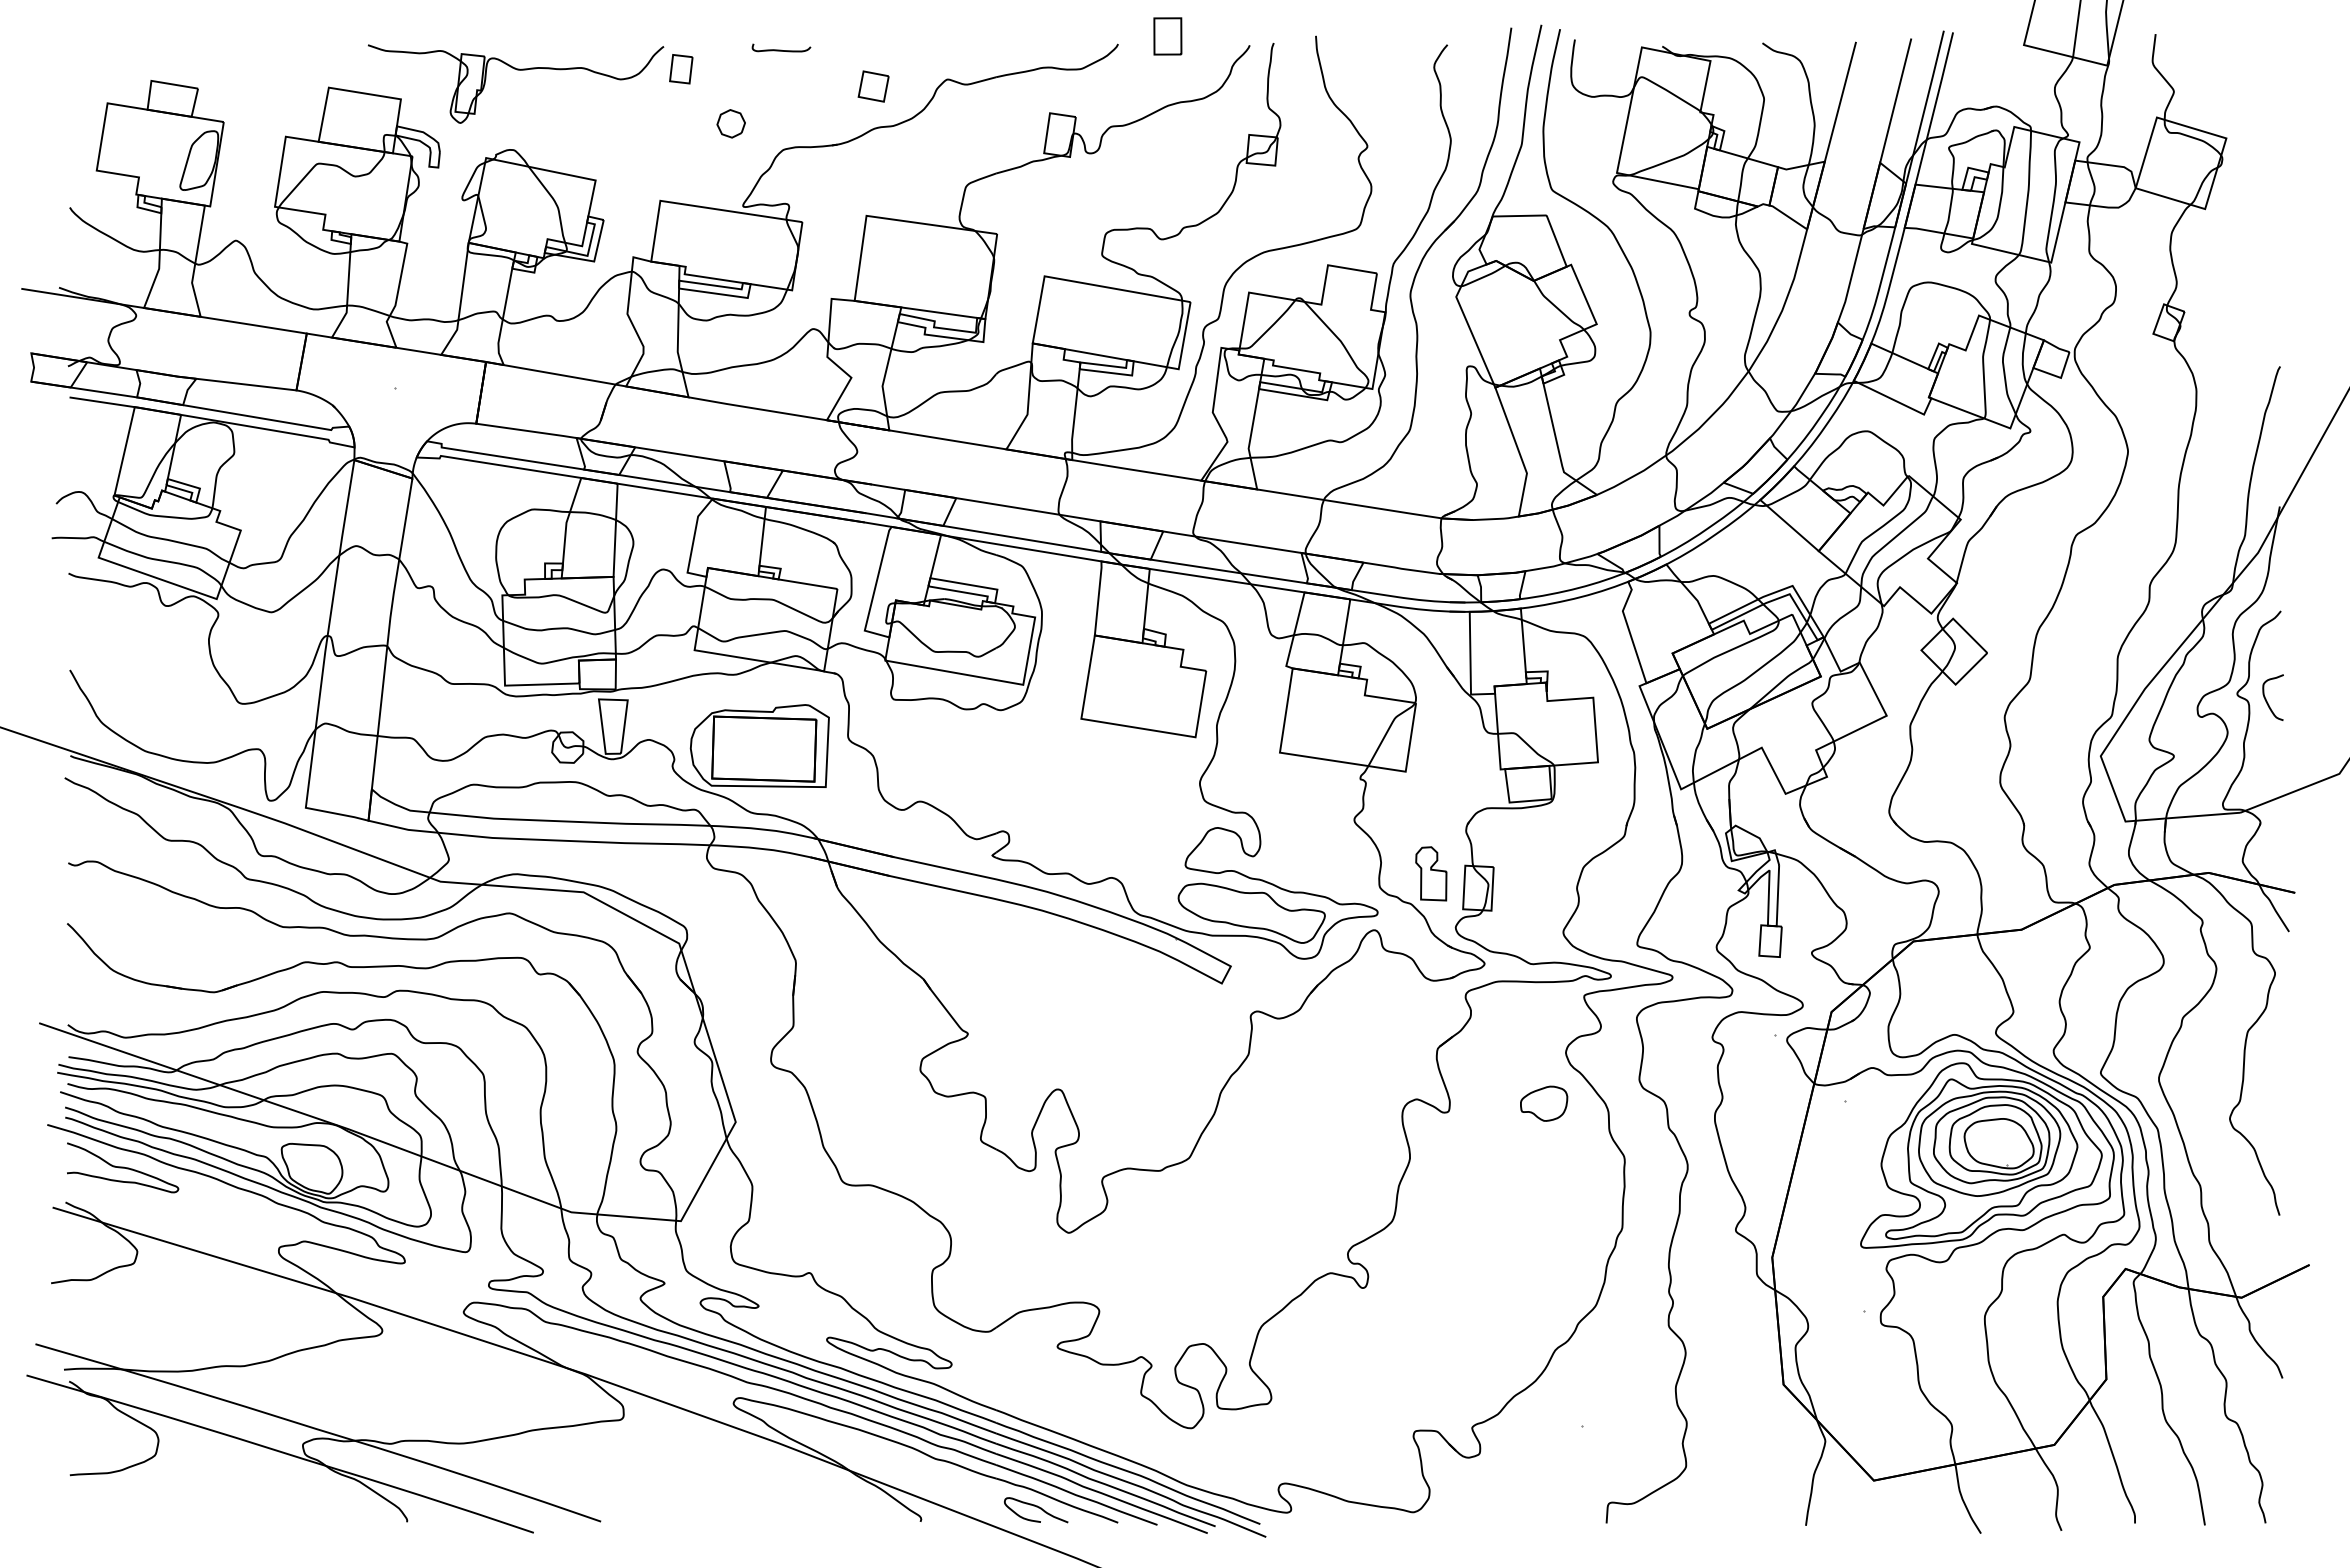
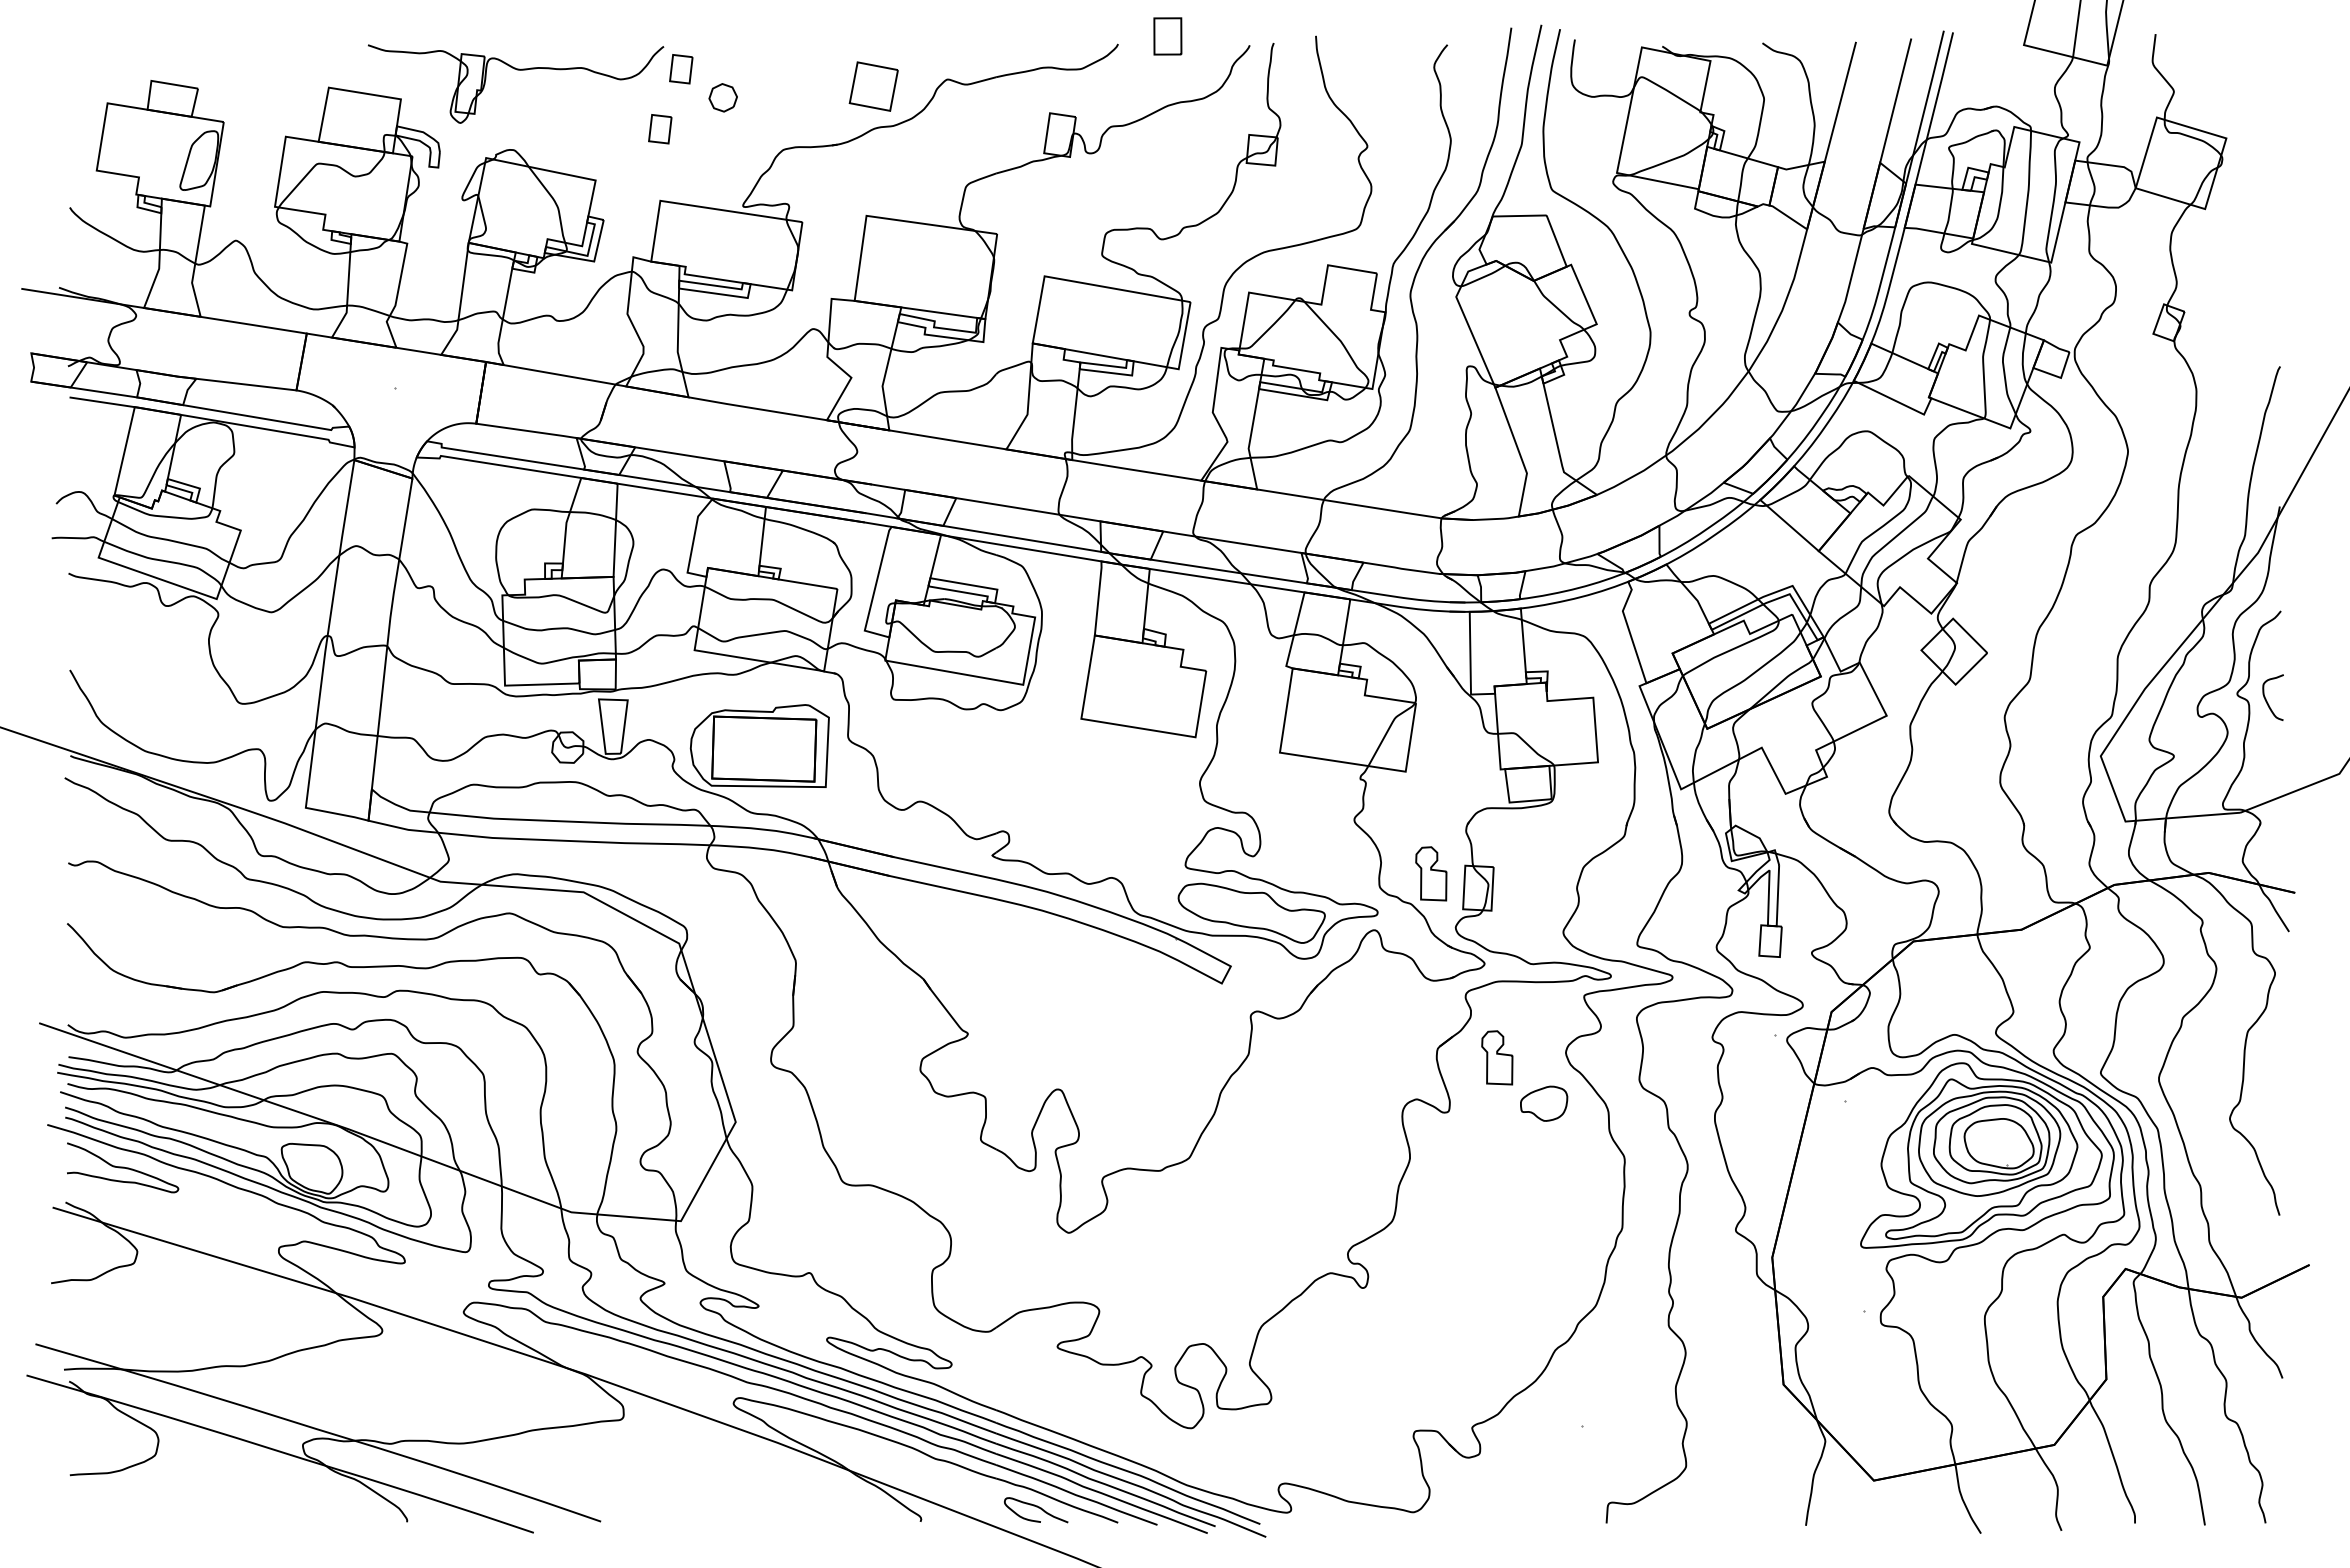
curve at (781, 49): present -> none
part at (873, 86) size: 33x33 px -> 51x51 px
part at (730, 123) position: (730, 123) -> (722, 97)
part at (660, 129): none -> present
part at (1497, 1057): none -> present
